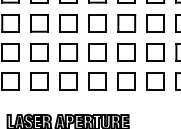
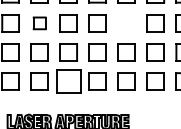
part at (39, 23) size: 19x19 px -> 15x15 px
part at (126, 23): present -> none
part at (68, 81) size: 19x19 px -> 26x25 px
